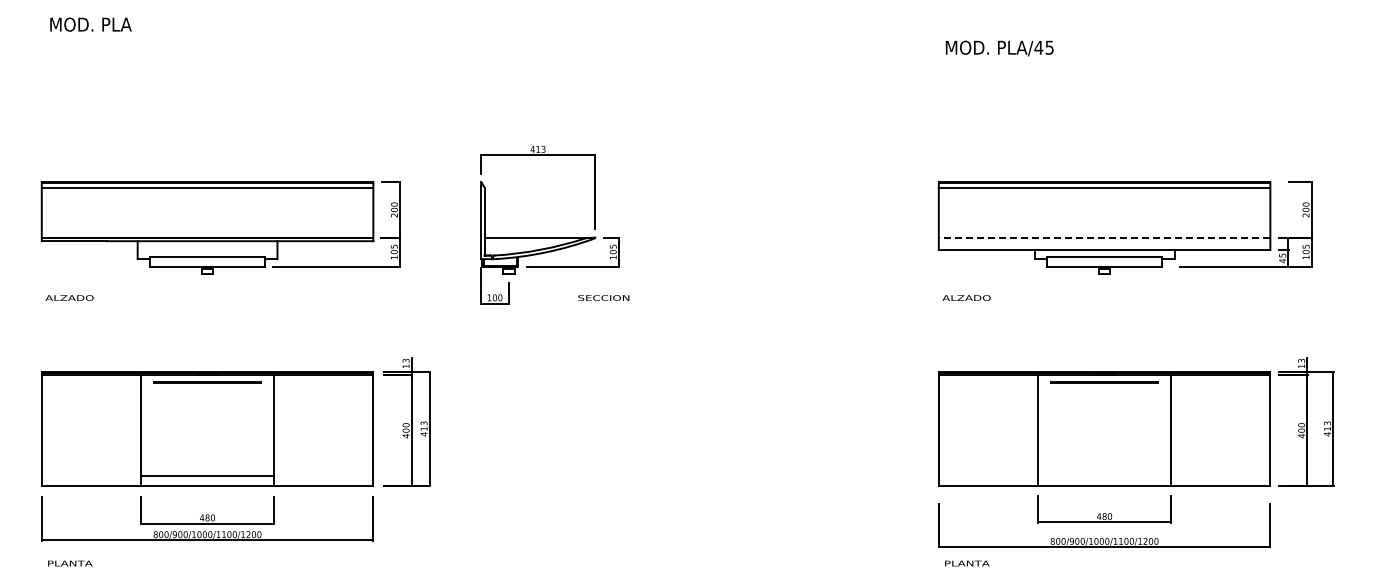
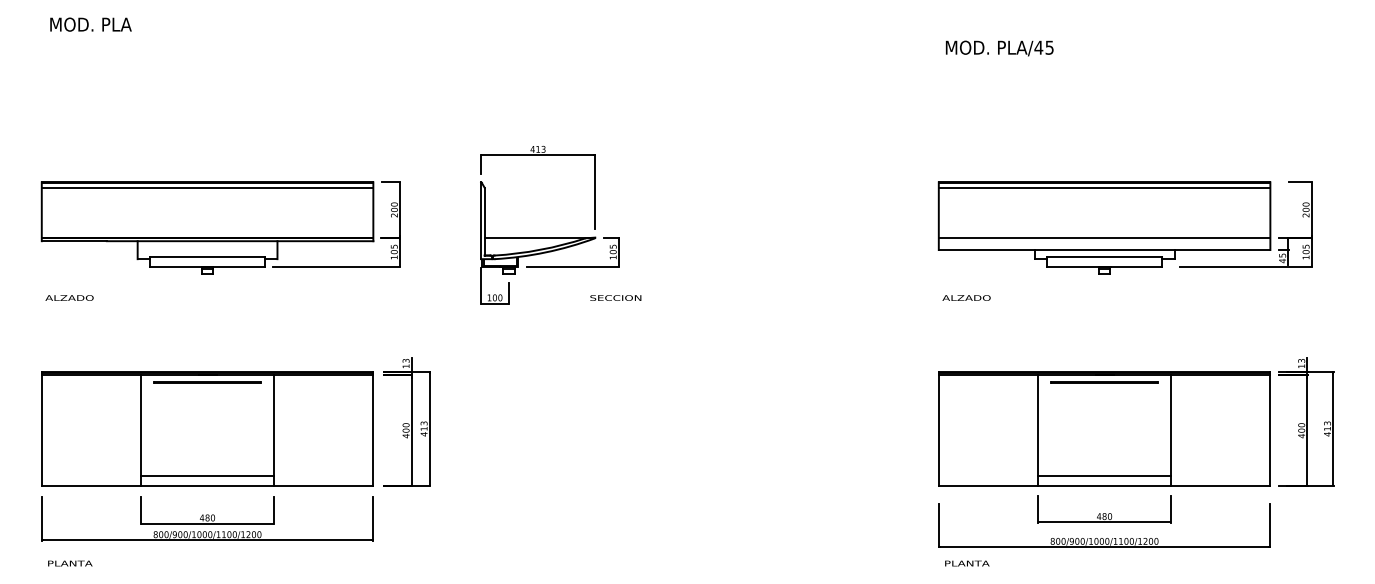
line at (1104, 237): dashed -> solid
text at (603, 297) position: (603, 297) -> (615, 297)
line at (1104, 476): none -> present
